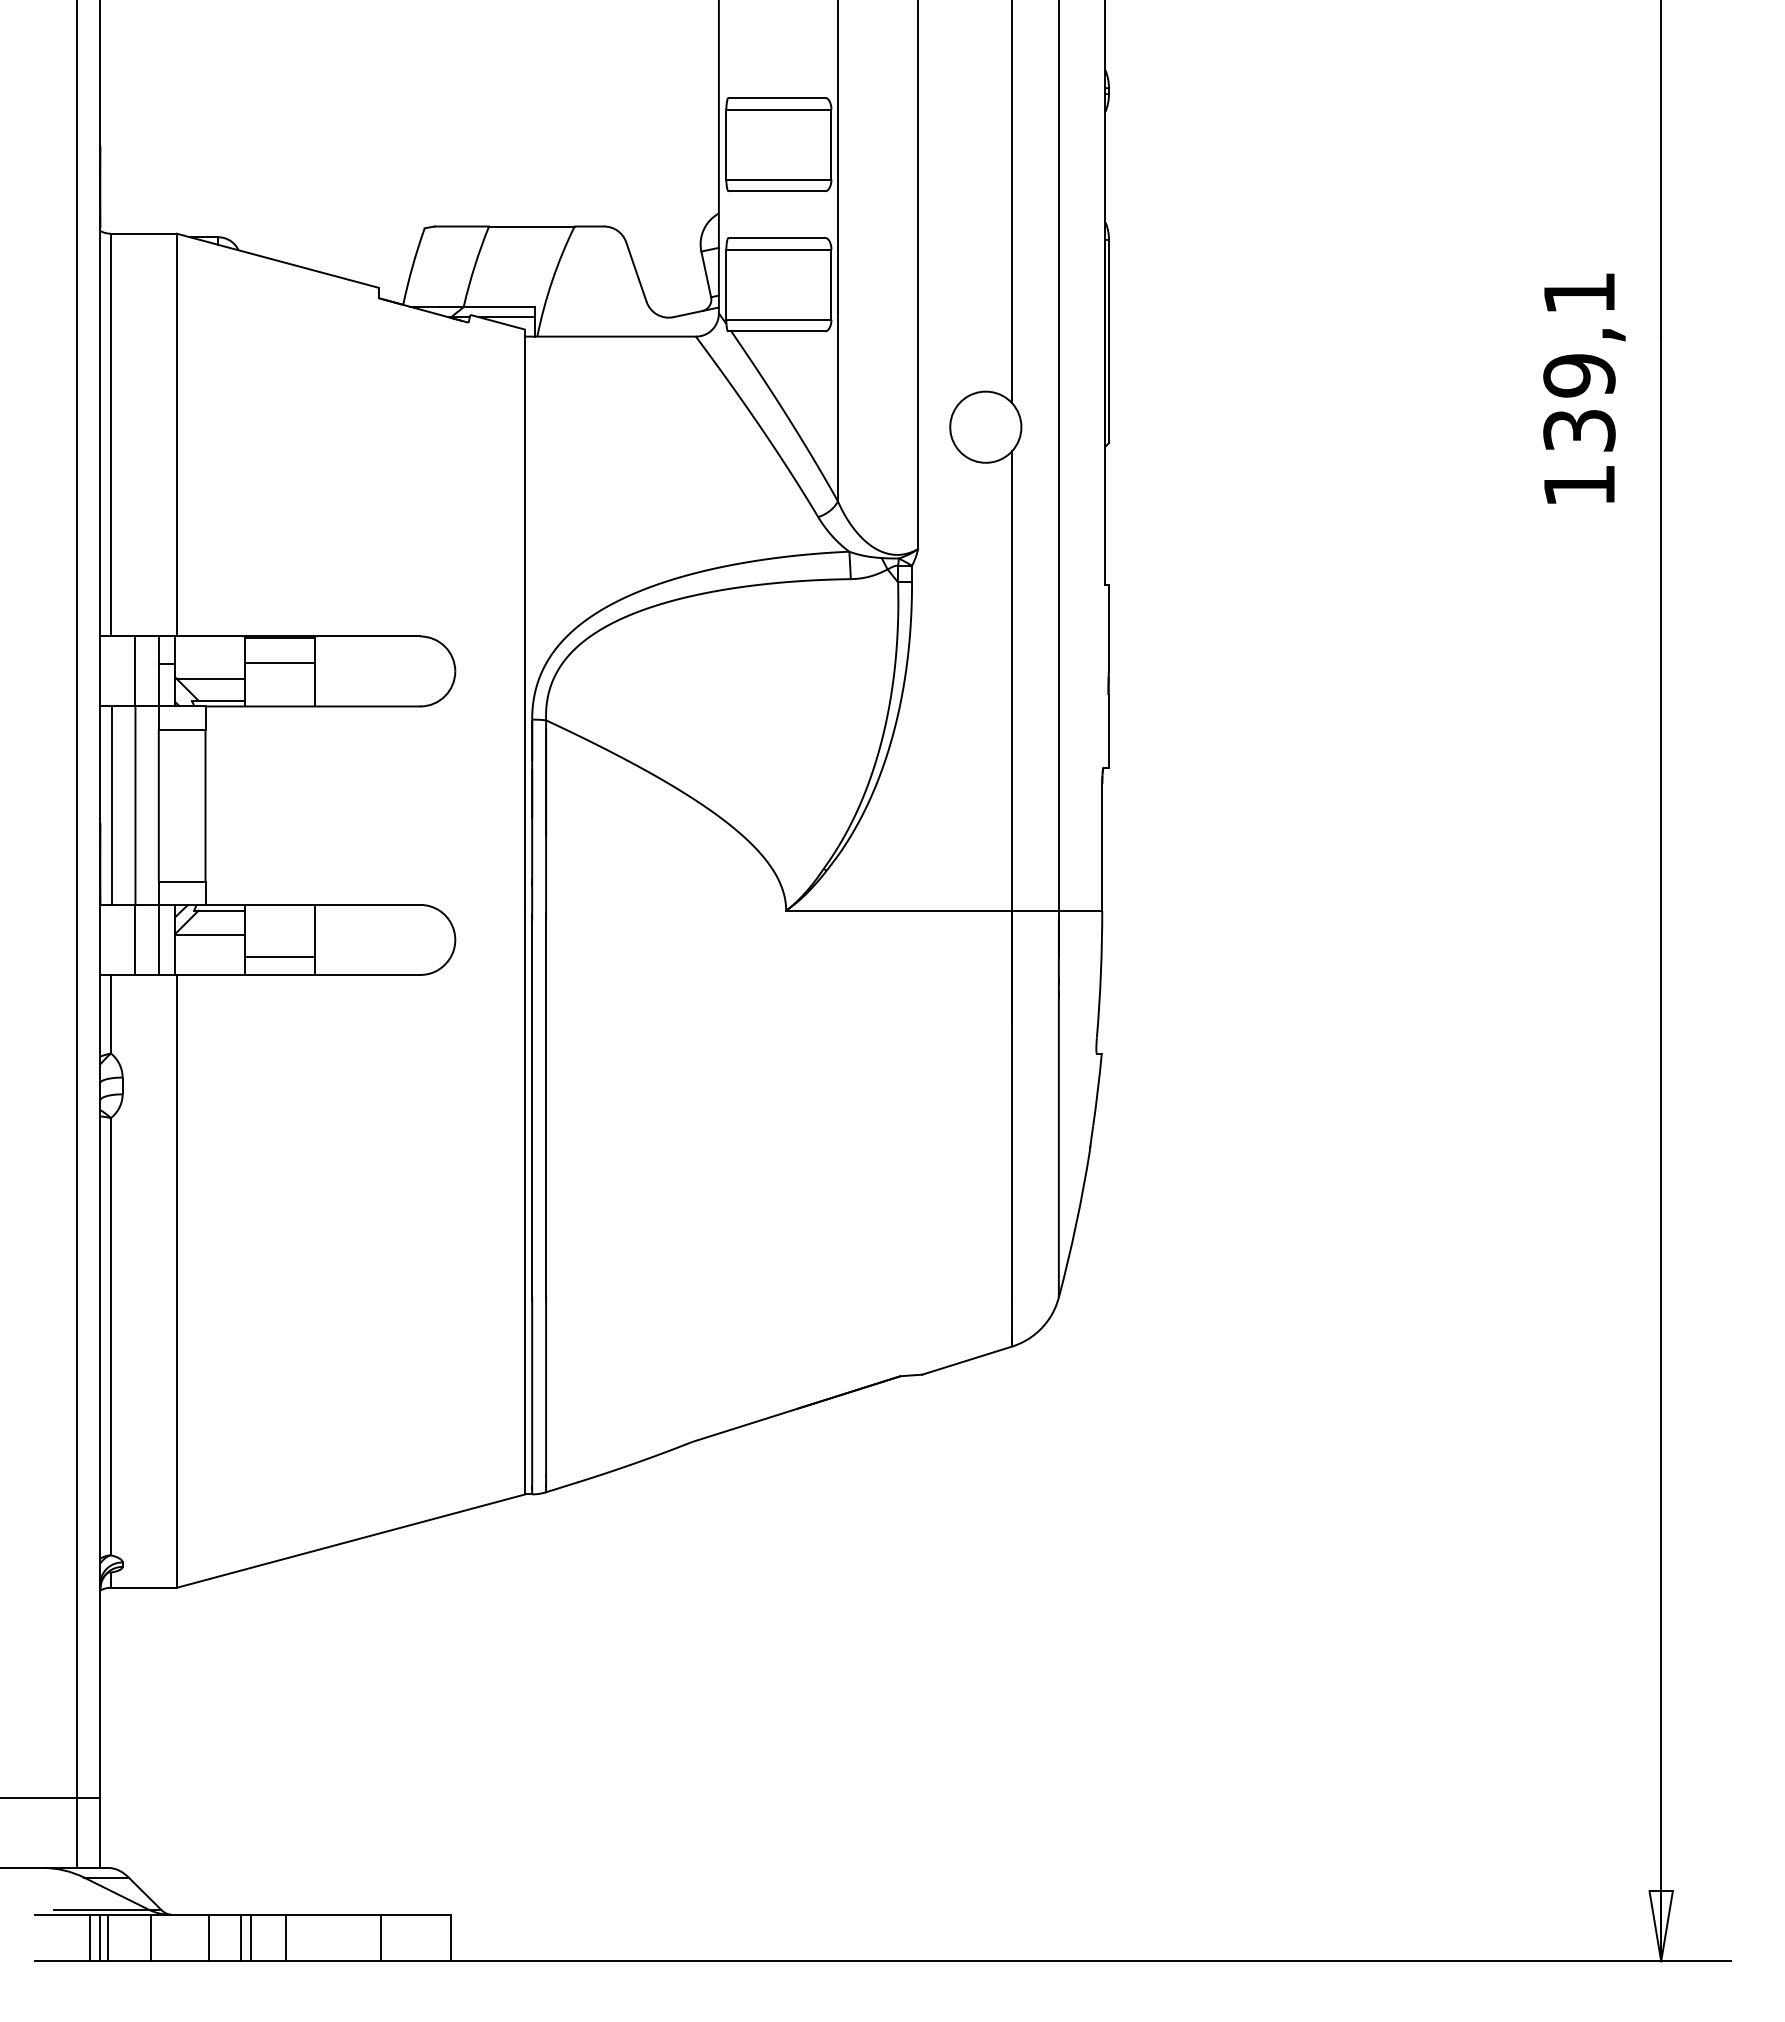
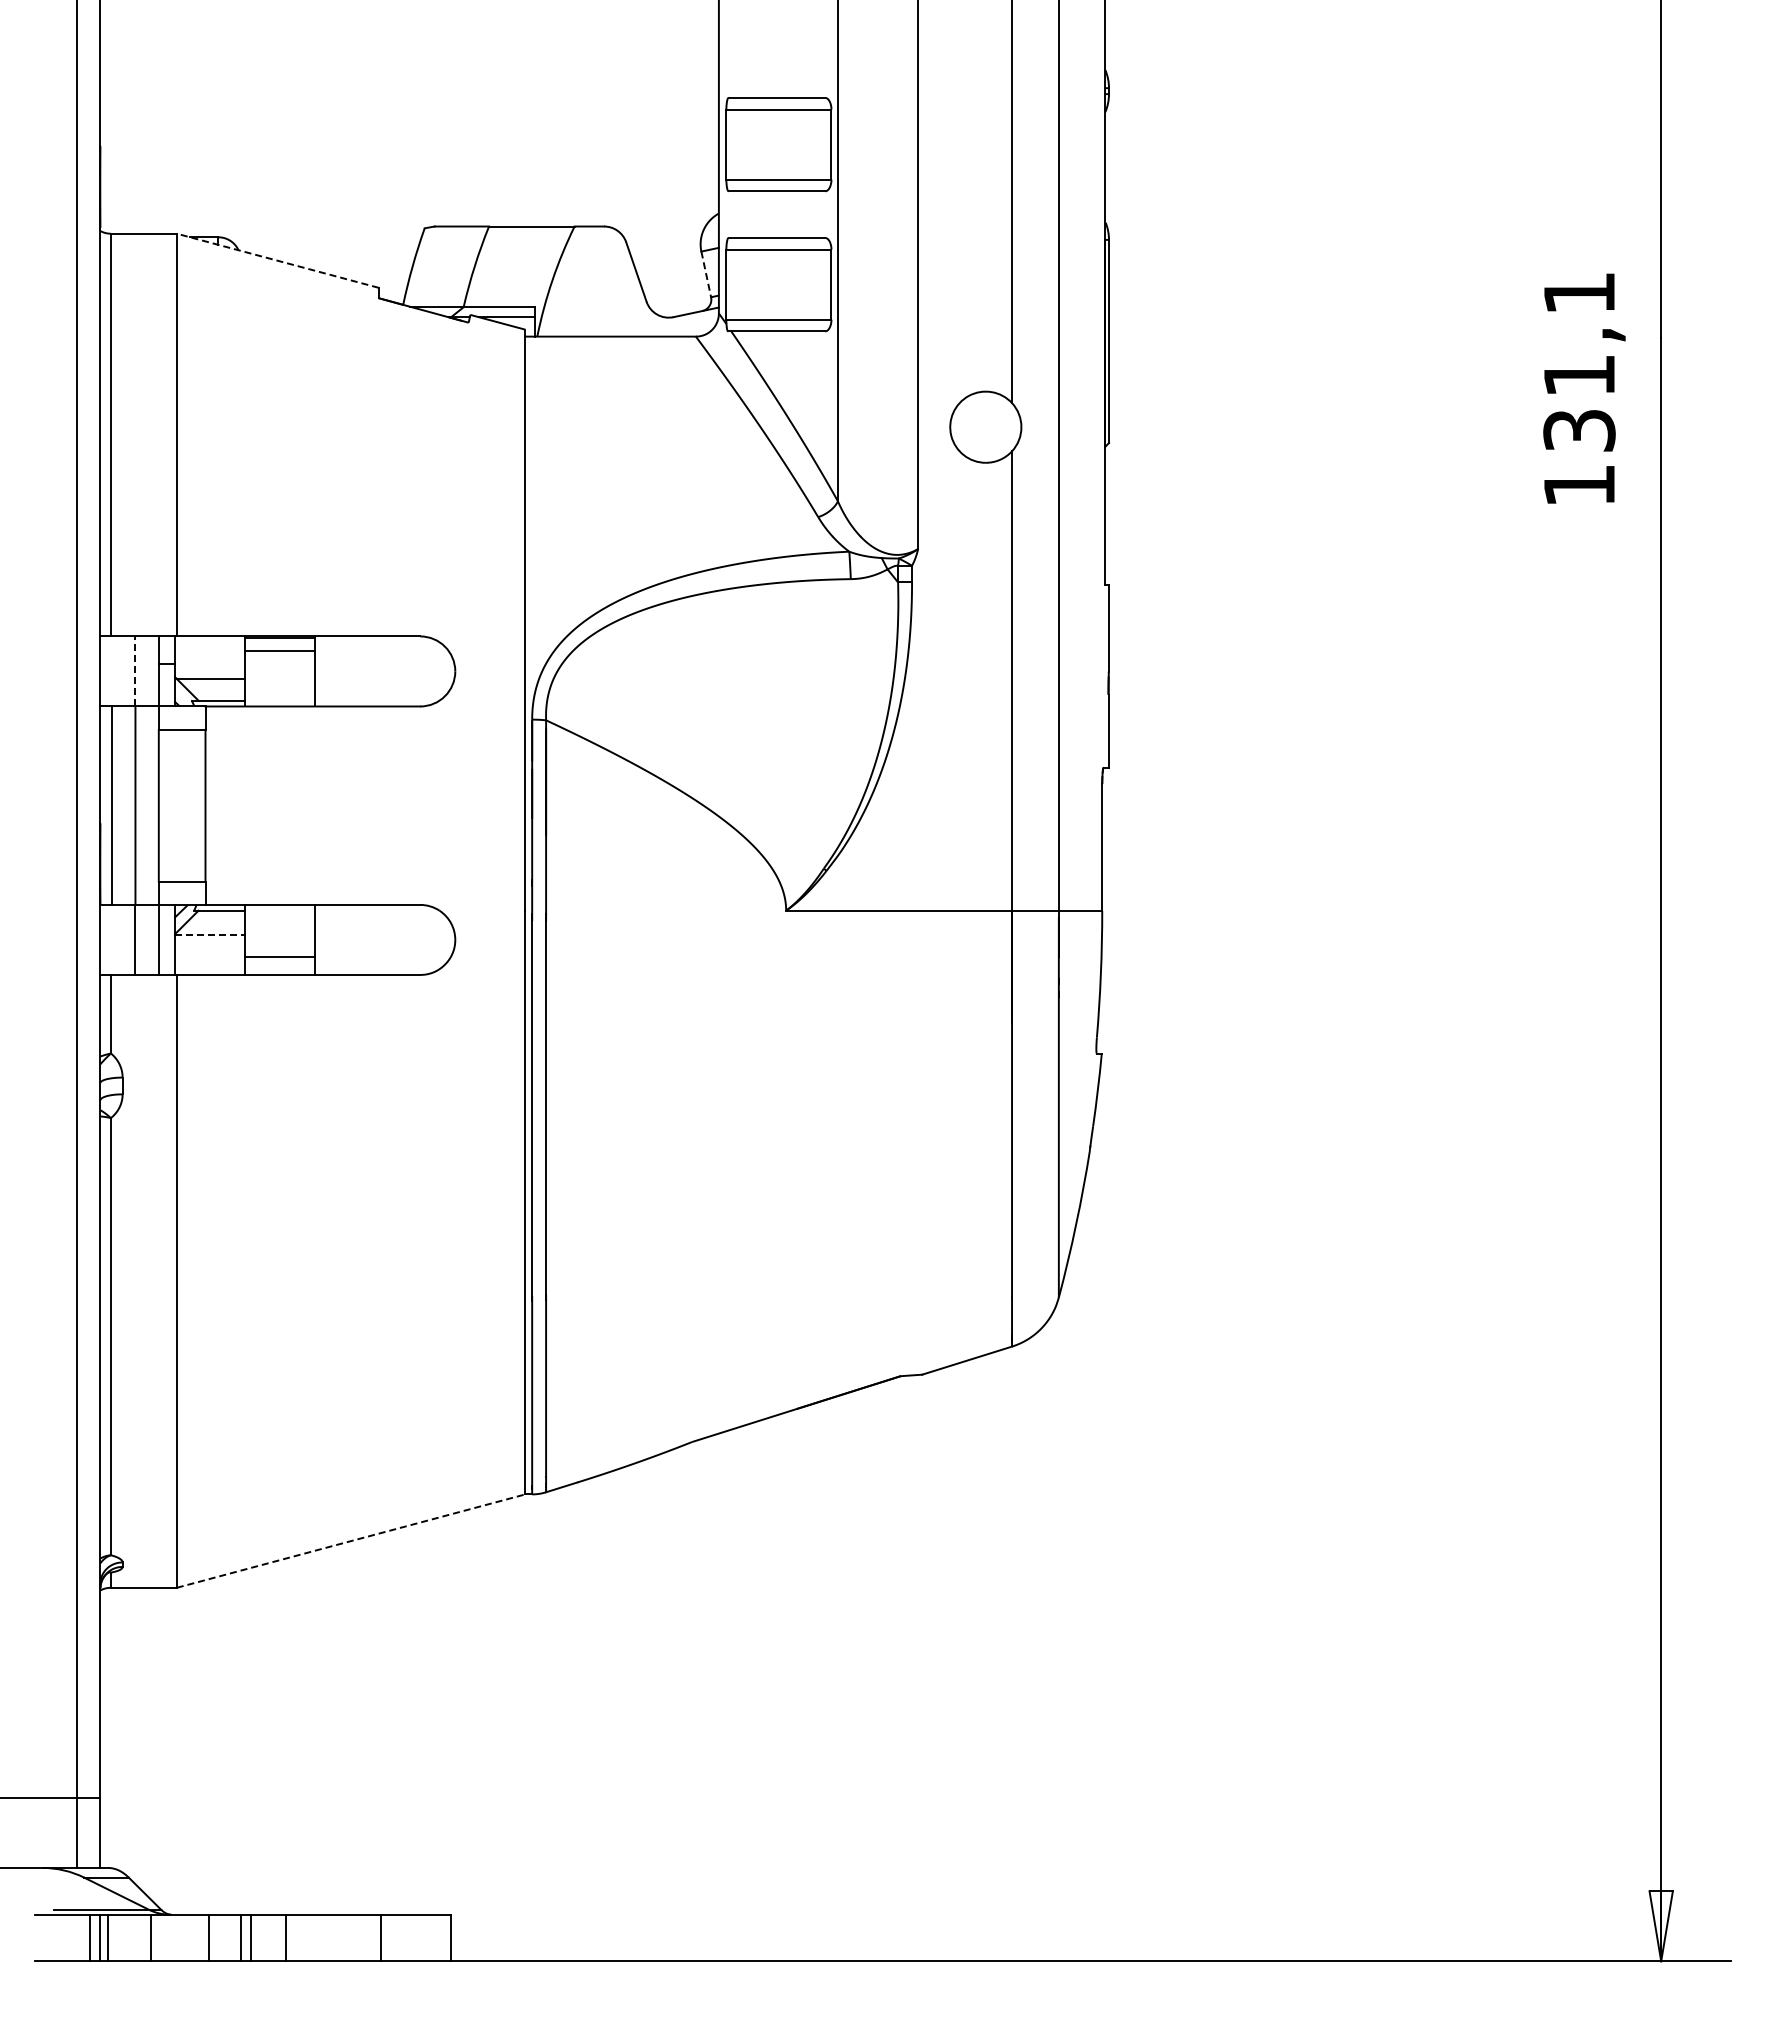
line at (277, 260): solid -> dashed
line at (706, 274): solid -> dashed
text at (1579, 375): 139,1 -> 131,1
line at (280, 662) position: (280, 662) -> (280, 650)
line at (135, 670): solid -> dashed
line at (210, 935): solid -> dashed
line at (351, 1540): solid -> dashed
